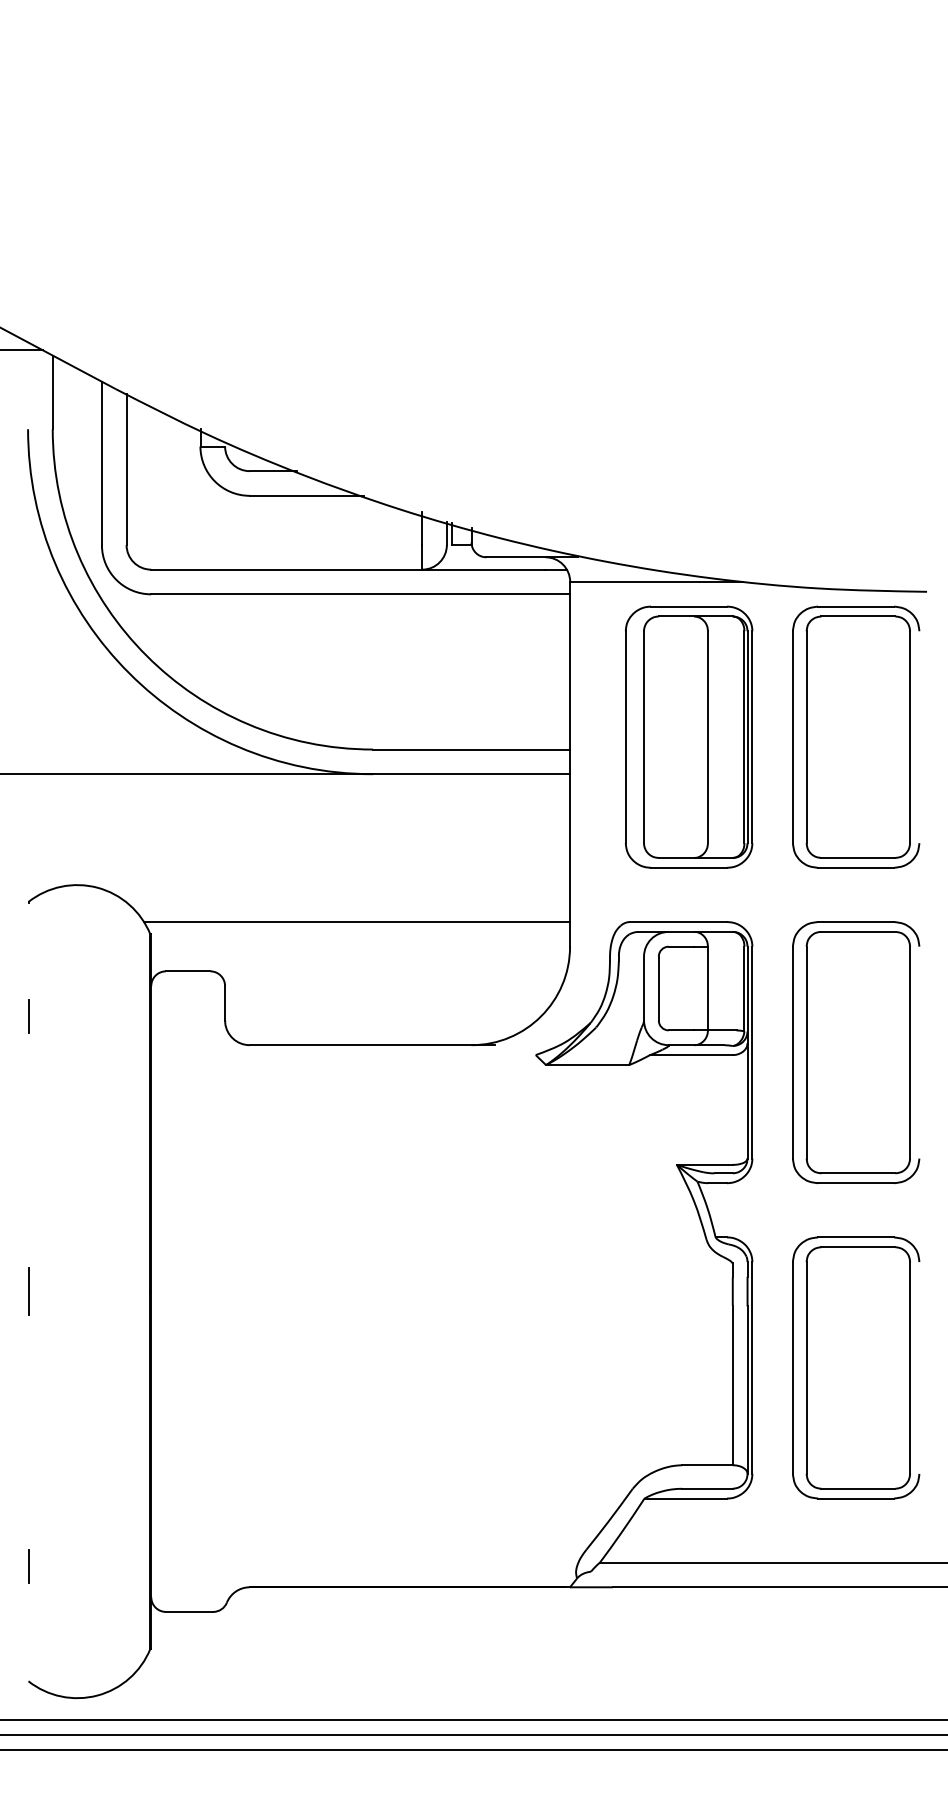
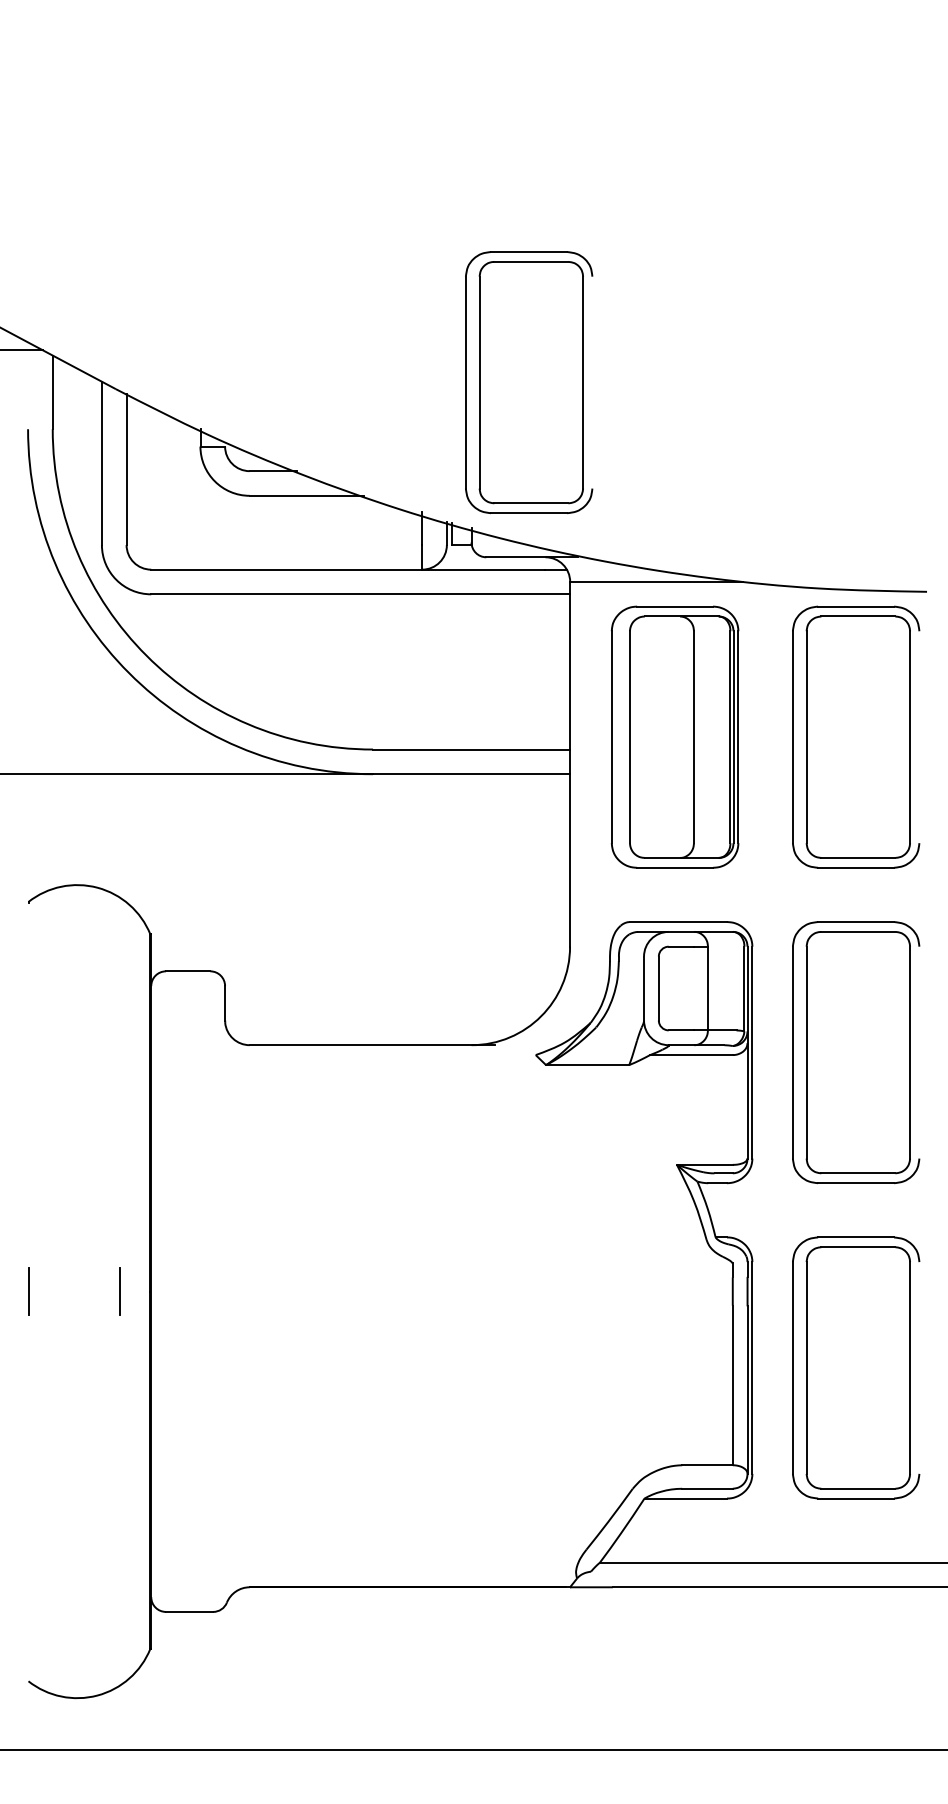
part at (529, 382): none -> present
part at (688, 736) position: (688, 736) -> (674, 736)
line at (357, 922): present -> none
line at (28, 1016): present -> none
line at (119, 1291): none -> present
line at (28, 1566): present -> none
line at (473, 1720): present -> none
line at (473, 1735): present -> none
